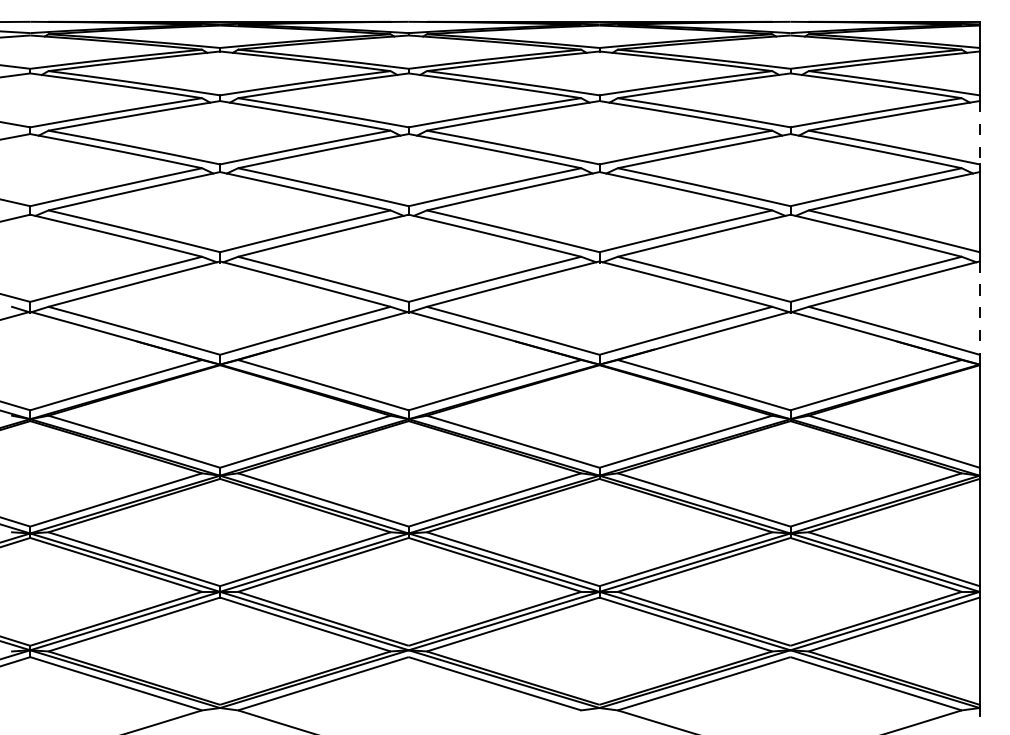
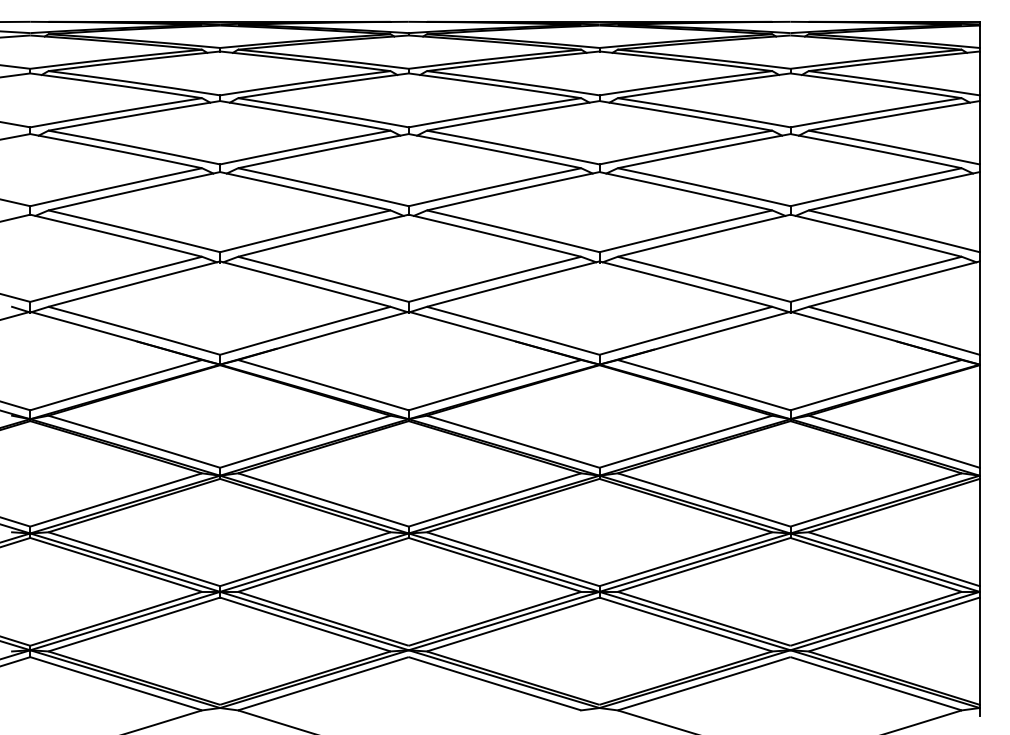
line at (979, 132): dashed -> solid
line at (979, 308): dashed -> solid
